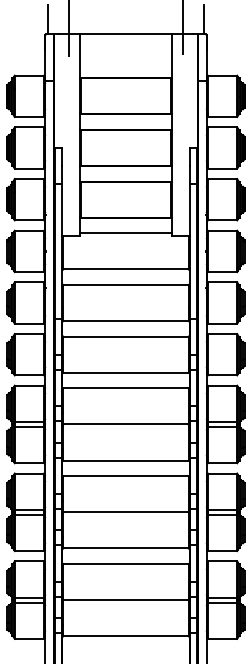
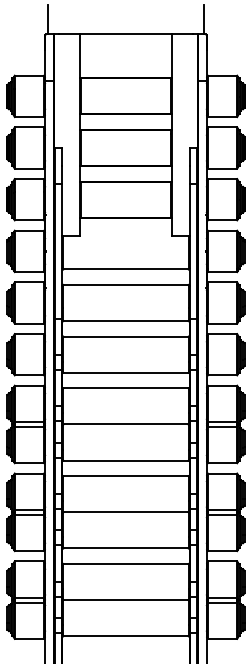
line at (182, 28): present -> none
line at (69, 29): present -> none
line at (125, 233): present -> none
